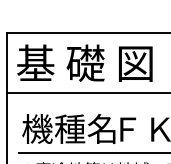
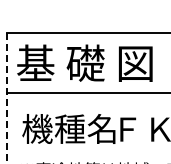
line at (6, 99): solid -> dashed
line at (92, 152): present -> none
